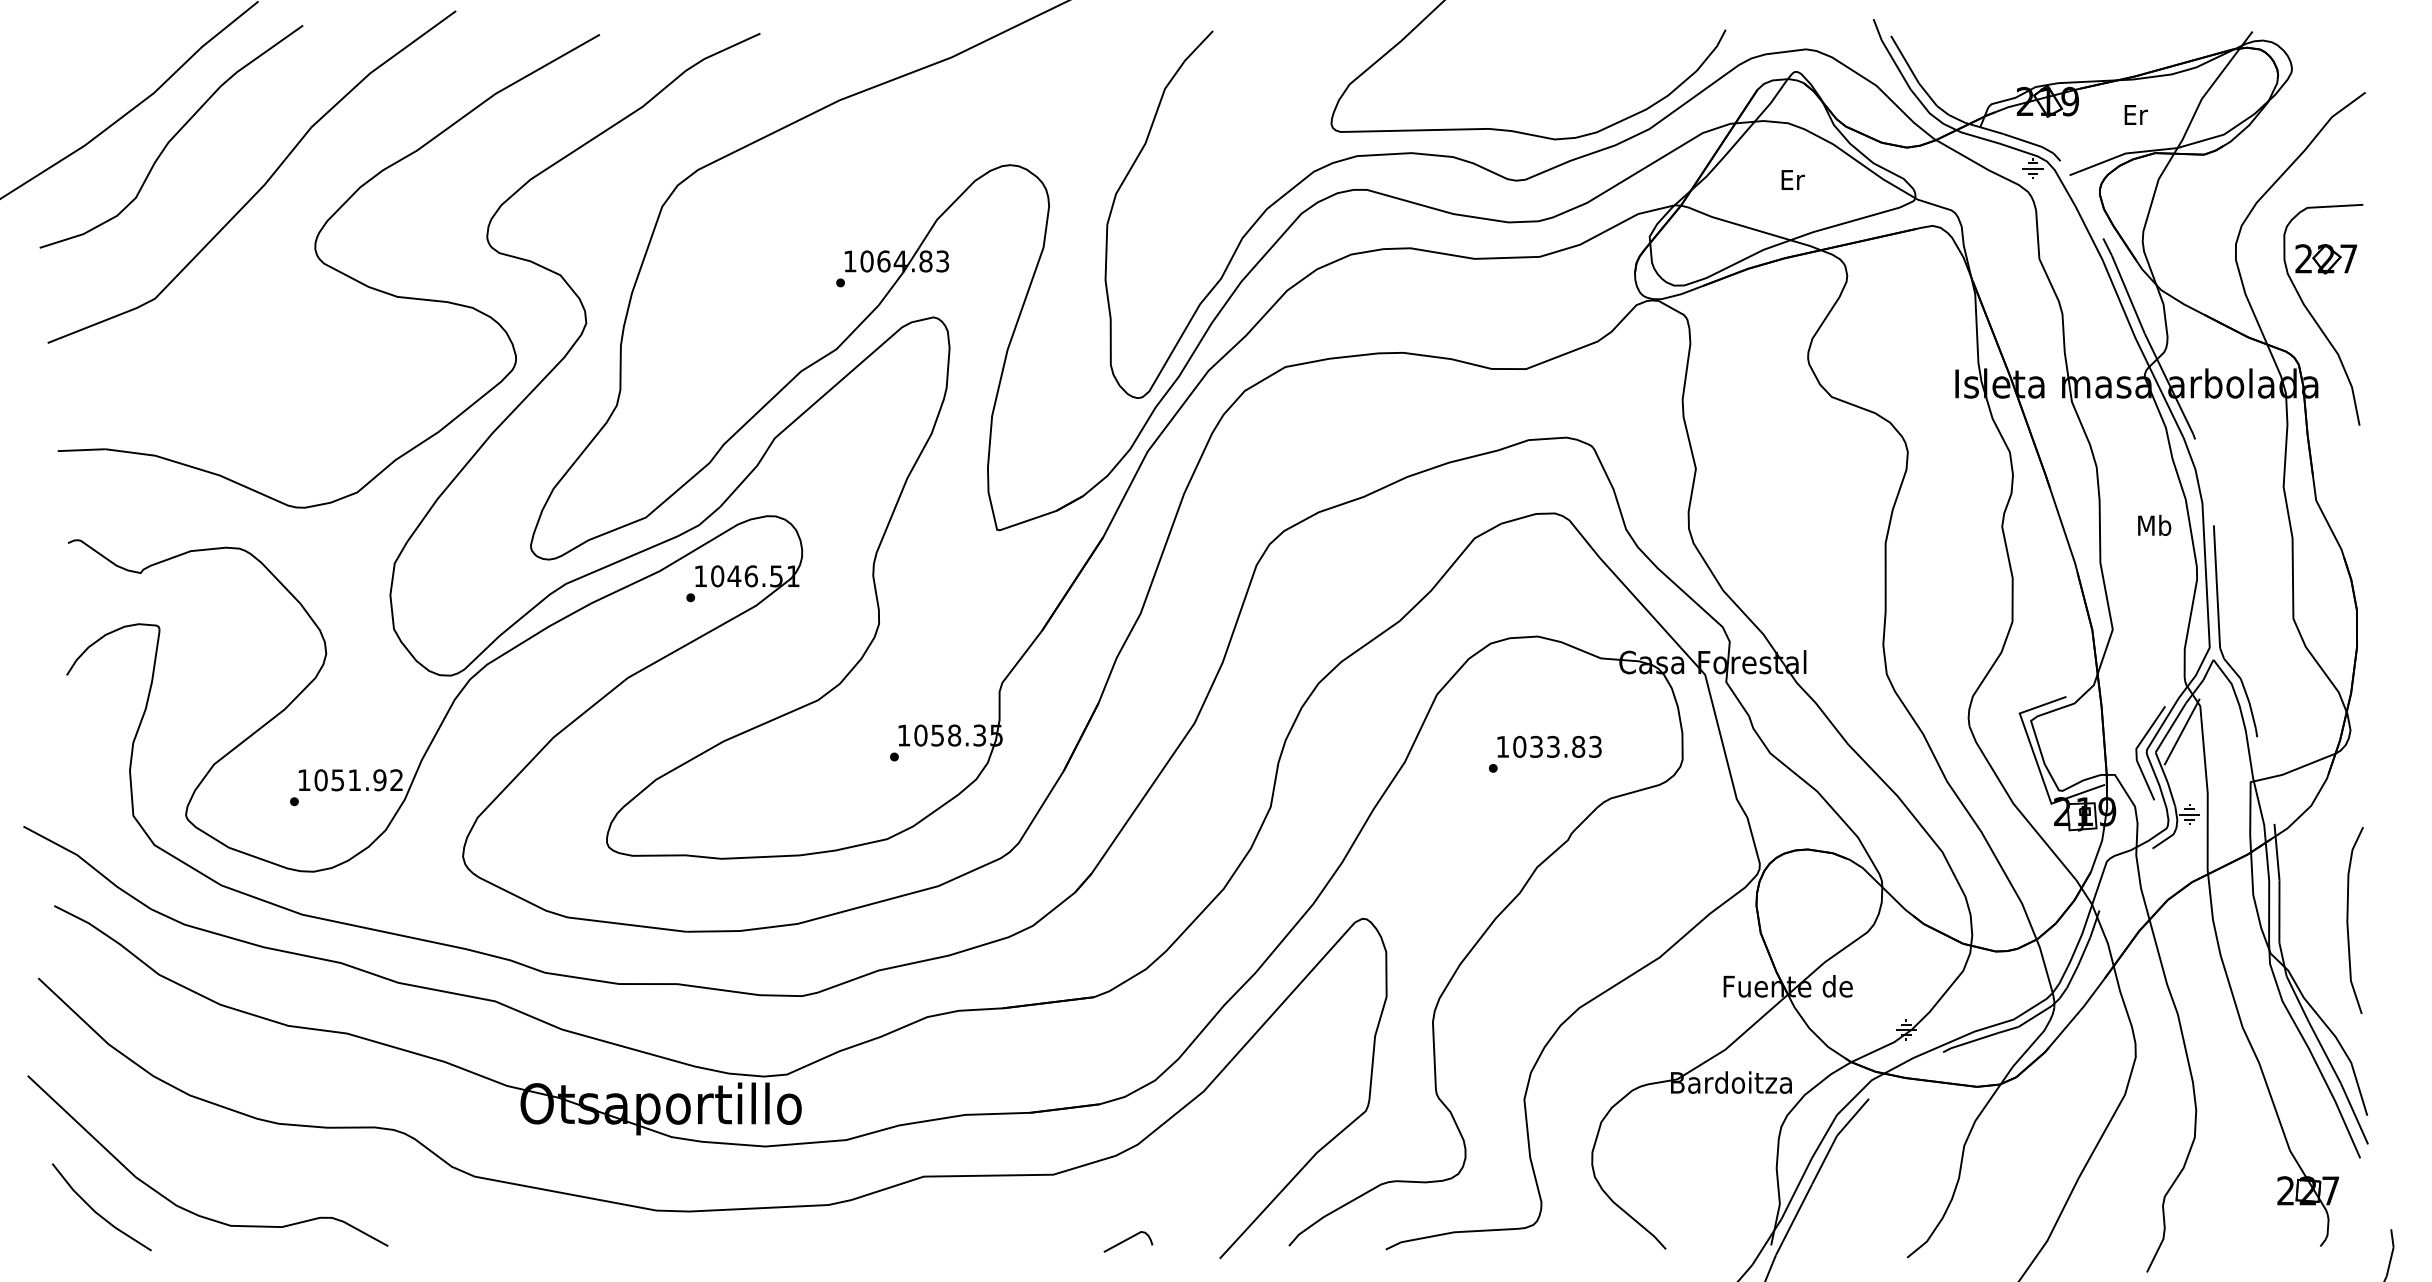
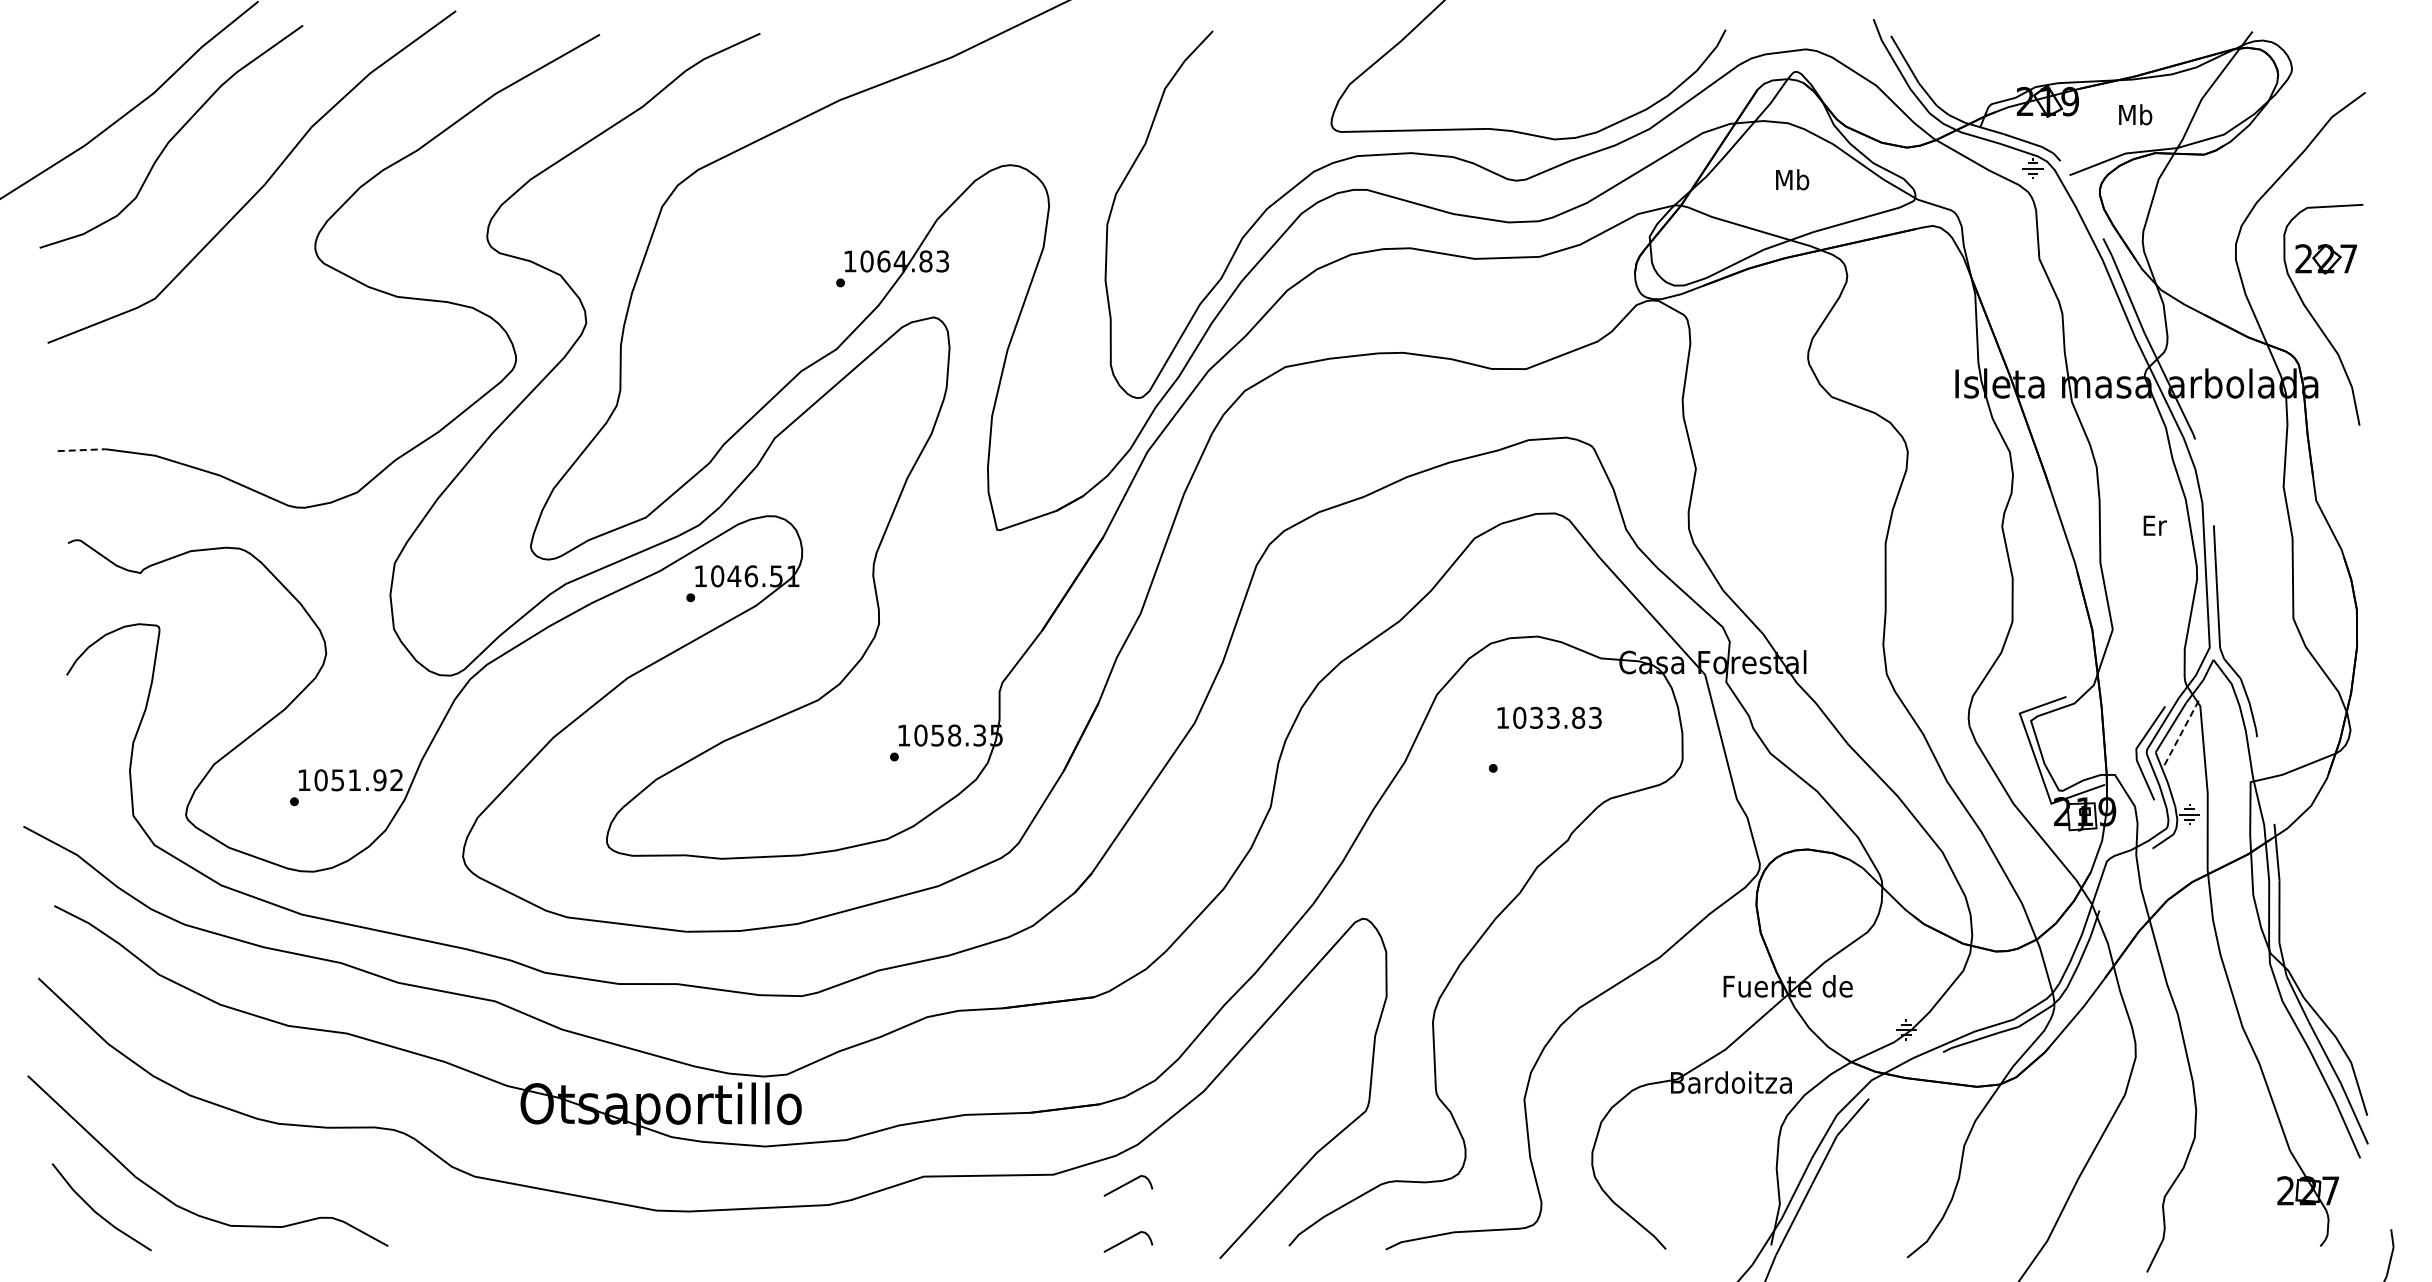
text at (2135, 114): Er -> Mb
text at (1792, 179): Er -> Mb
line at (81, 450): solid -> dashed
text at (2154, 524): Mb -> Er
line at (2182, 731): solid -> dashed
text at (1549, 746) position: (1549, 746) -> (1549, 717)
curve at (2348, 919): present -> none
curve at (1127, 1184): none -> present
